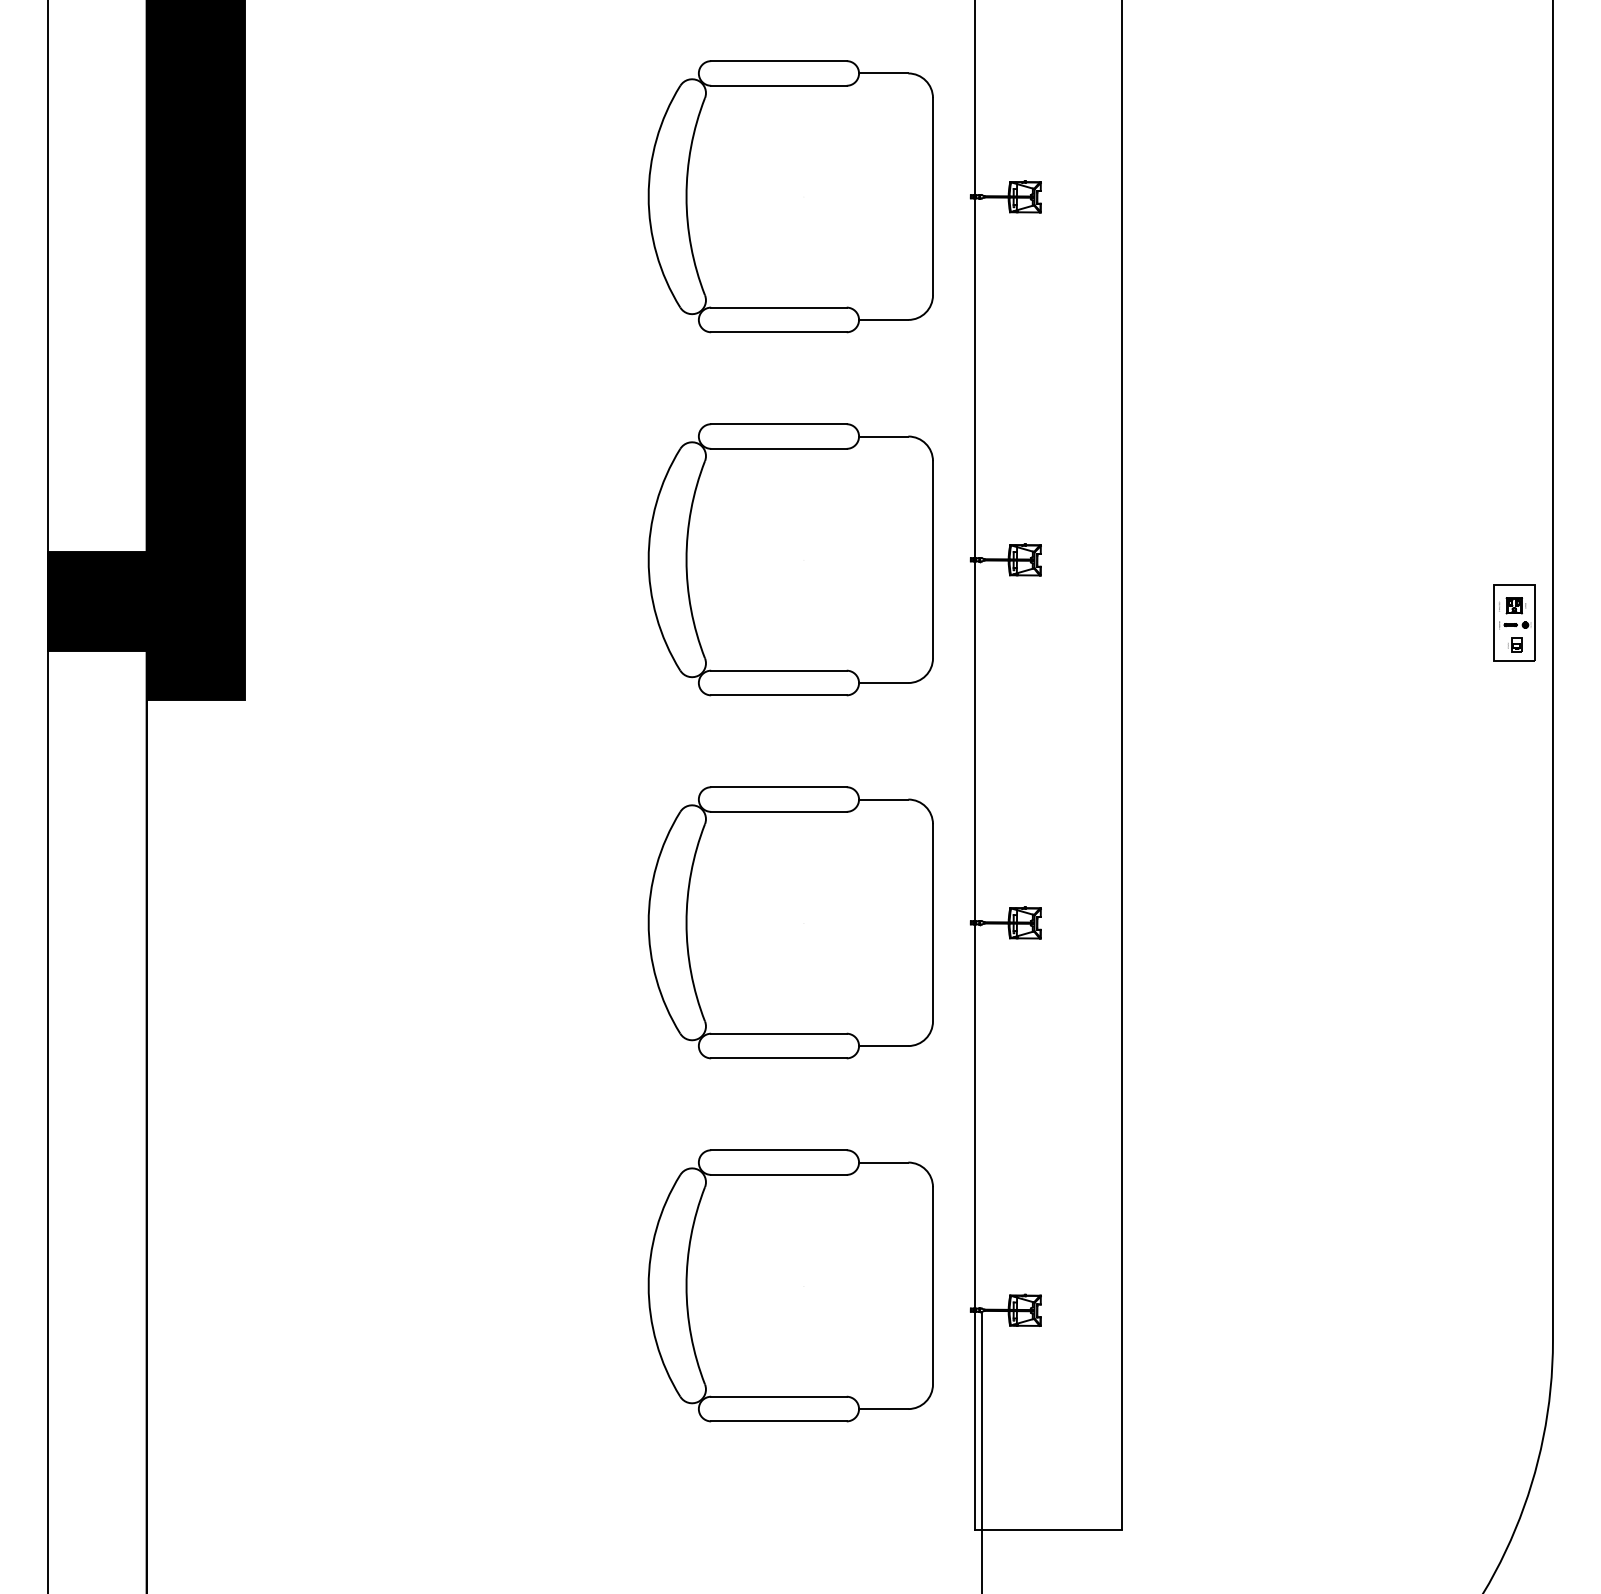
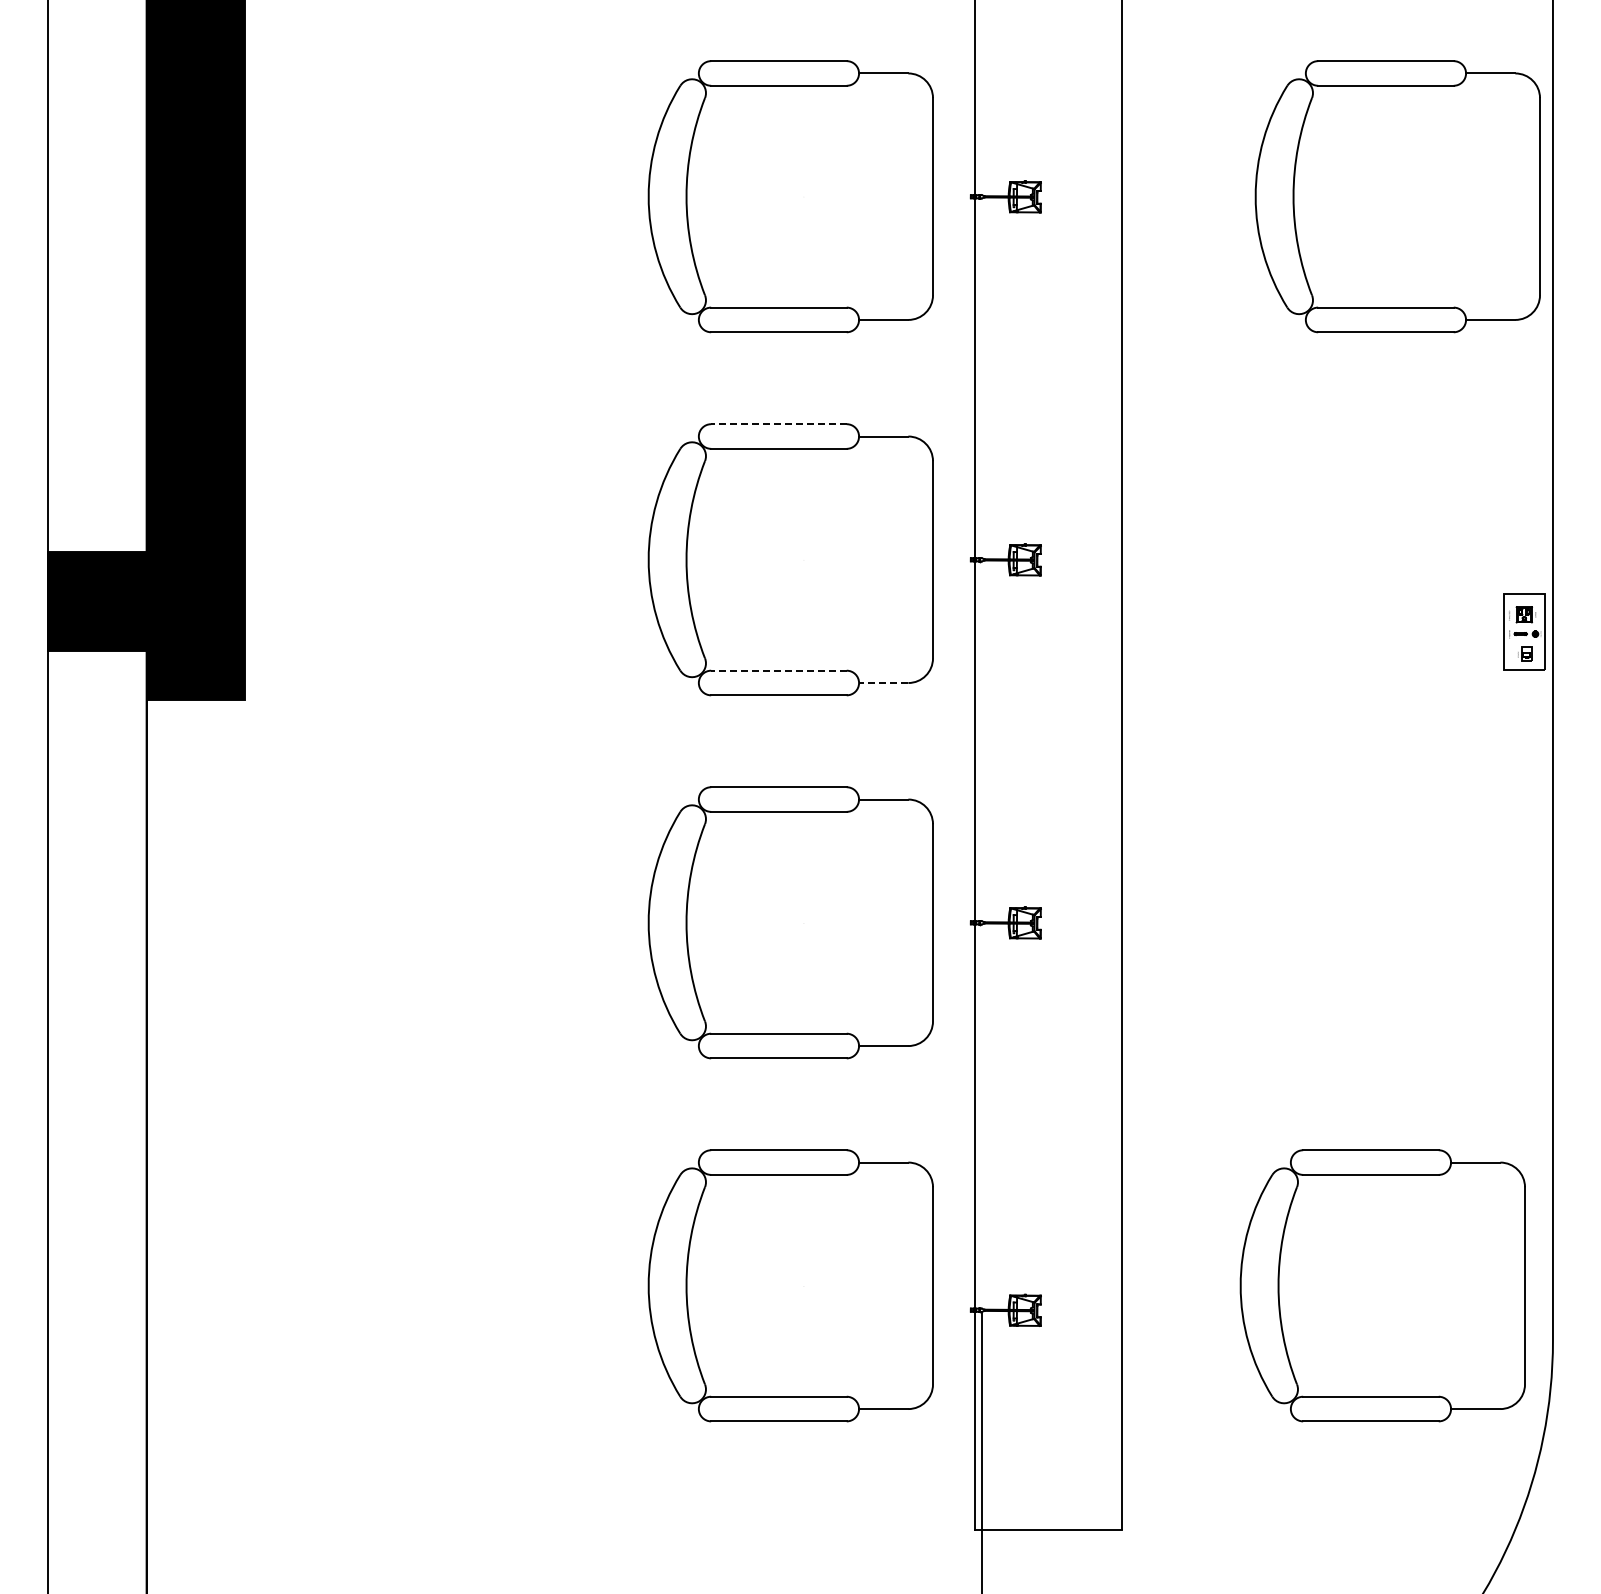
part at (1397, 196): none -> present
line at (778, 424): solid -> dashed
part at (1514, 622) position: (1514, 622) -> (1524, 631)
line at (778, 670): solid -> dashed
line at (883, 683): solid -> dashed
part at (1382, 1285): none -> present
